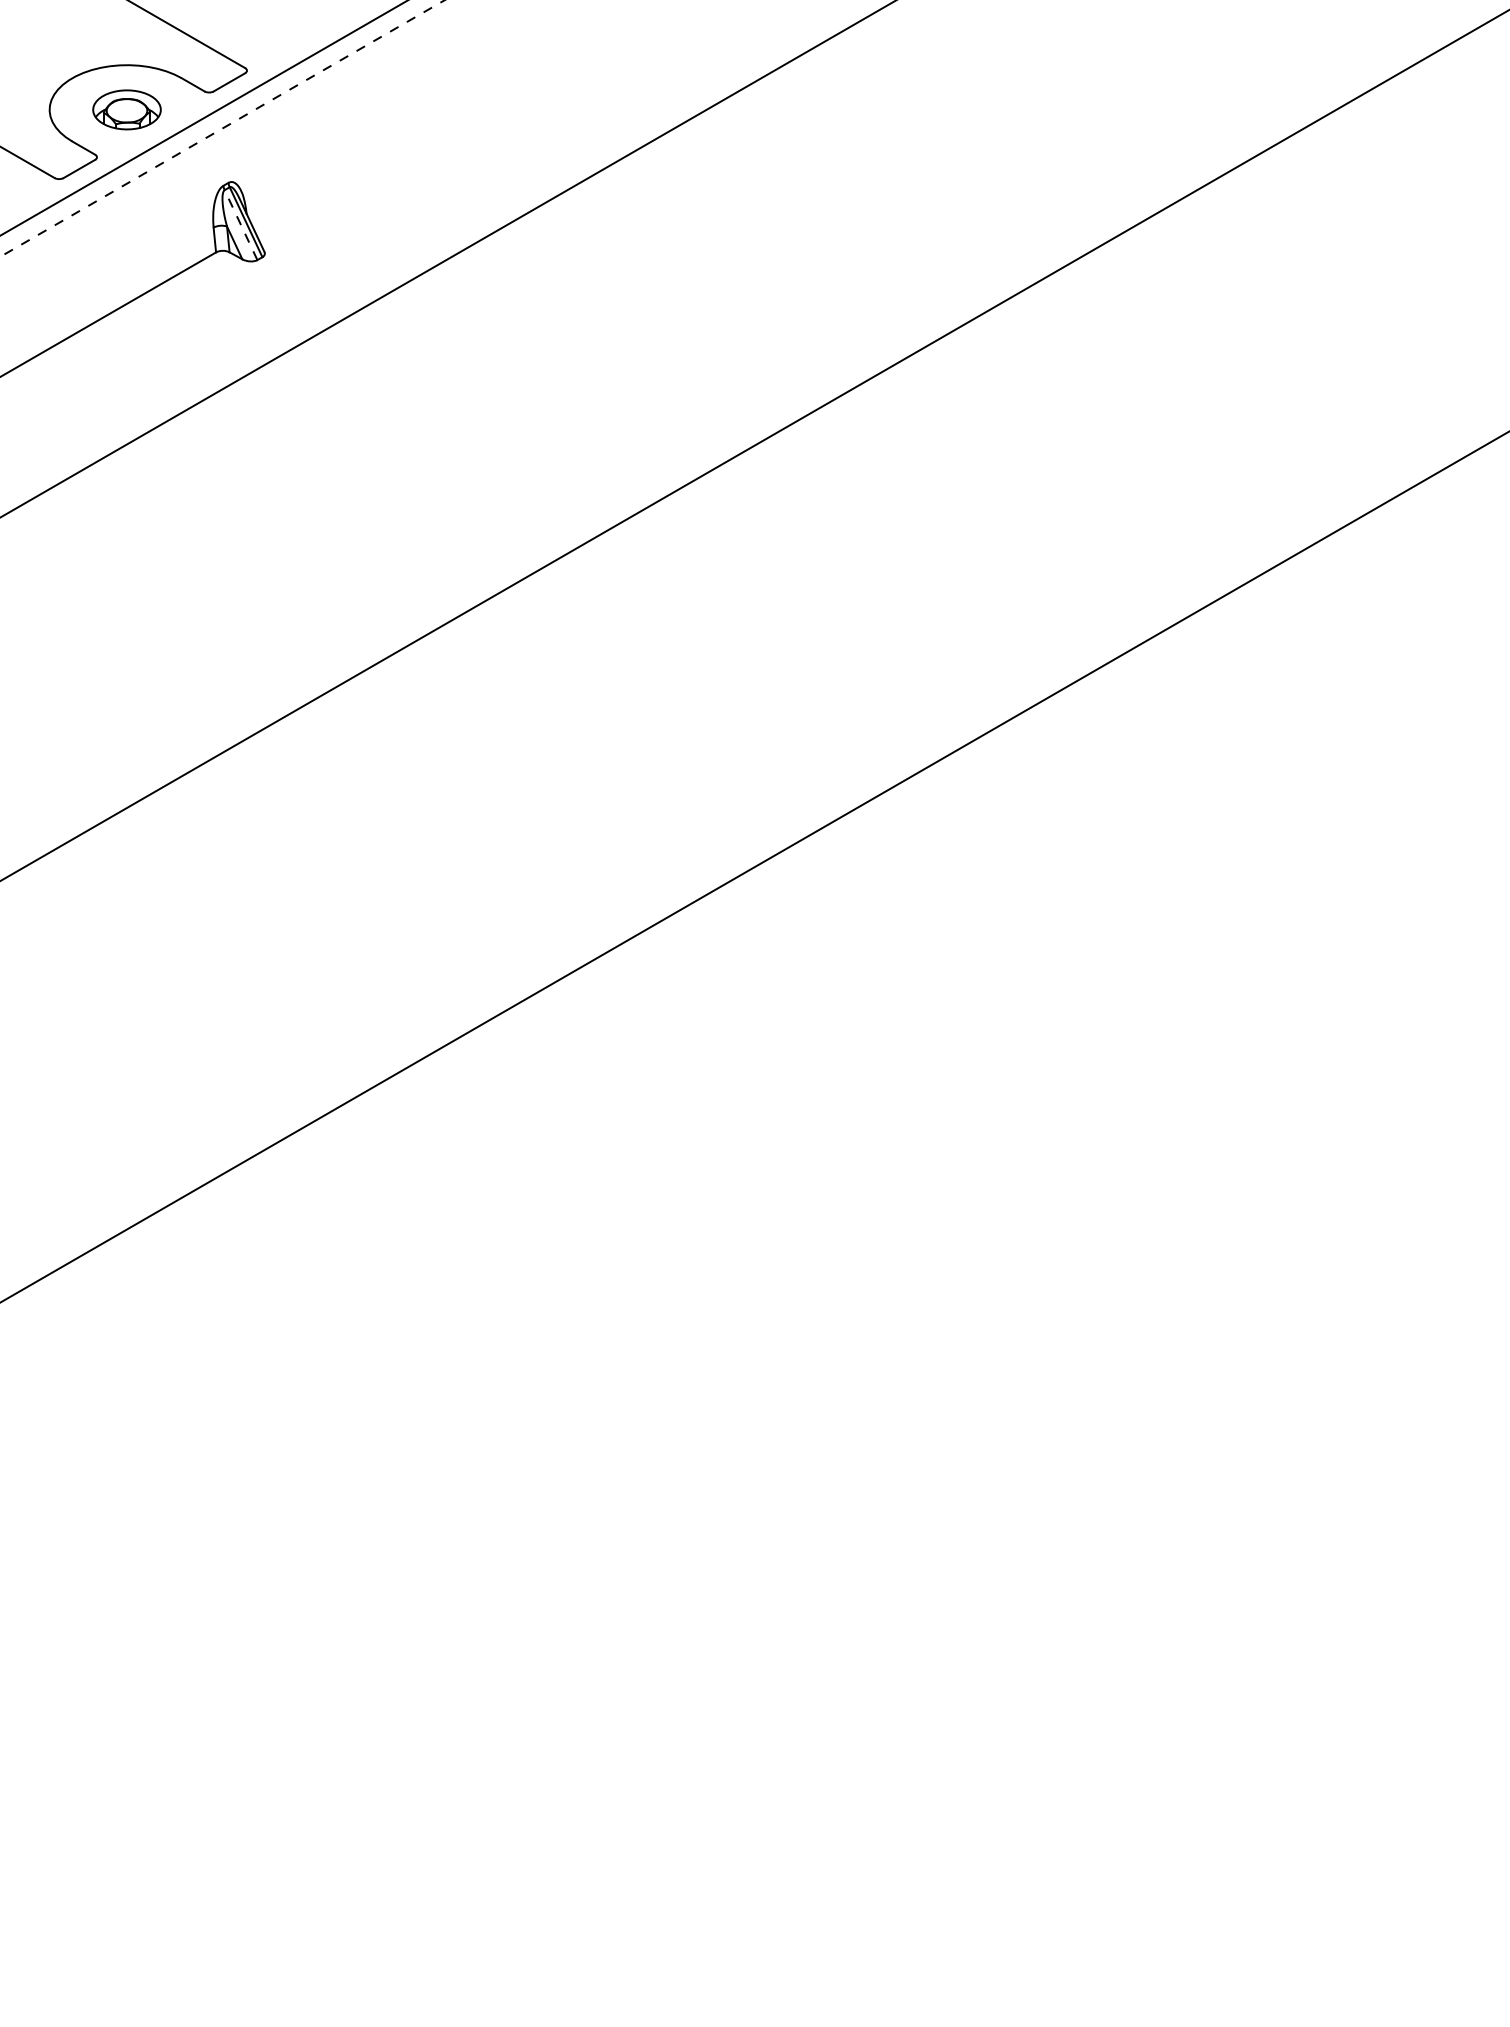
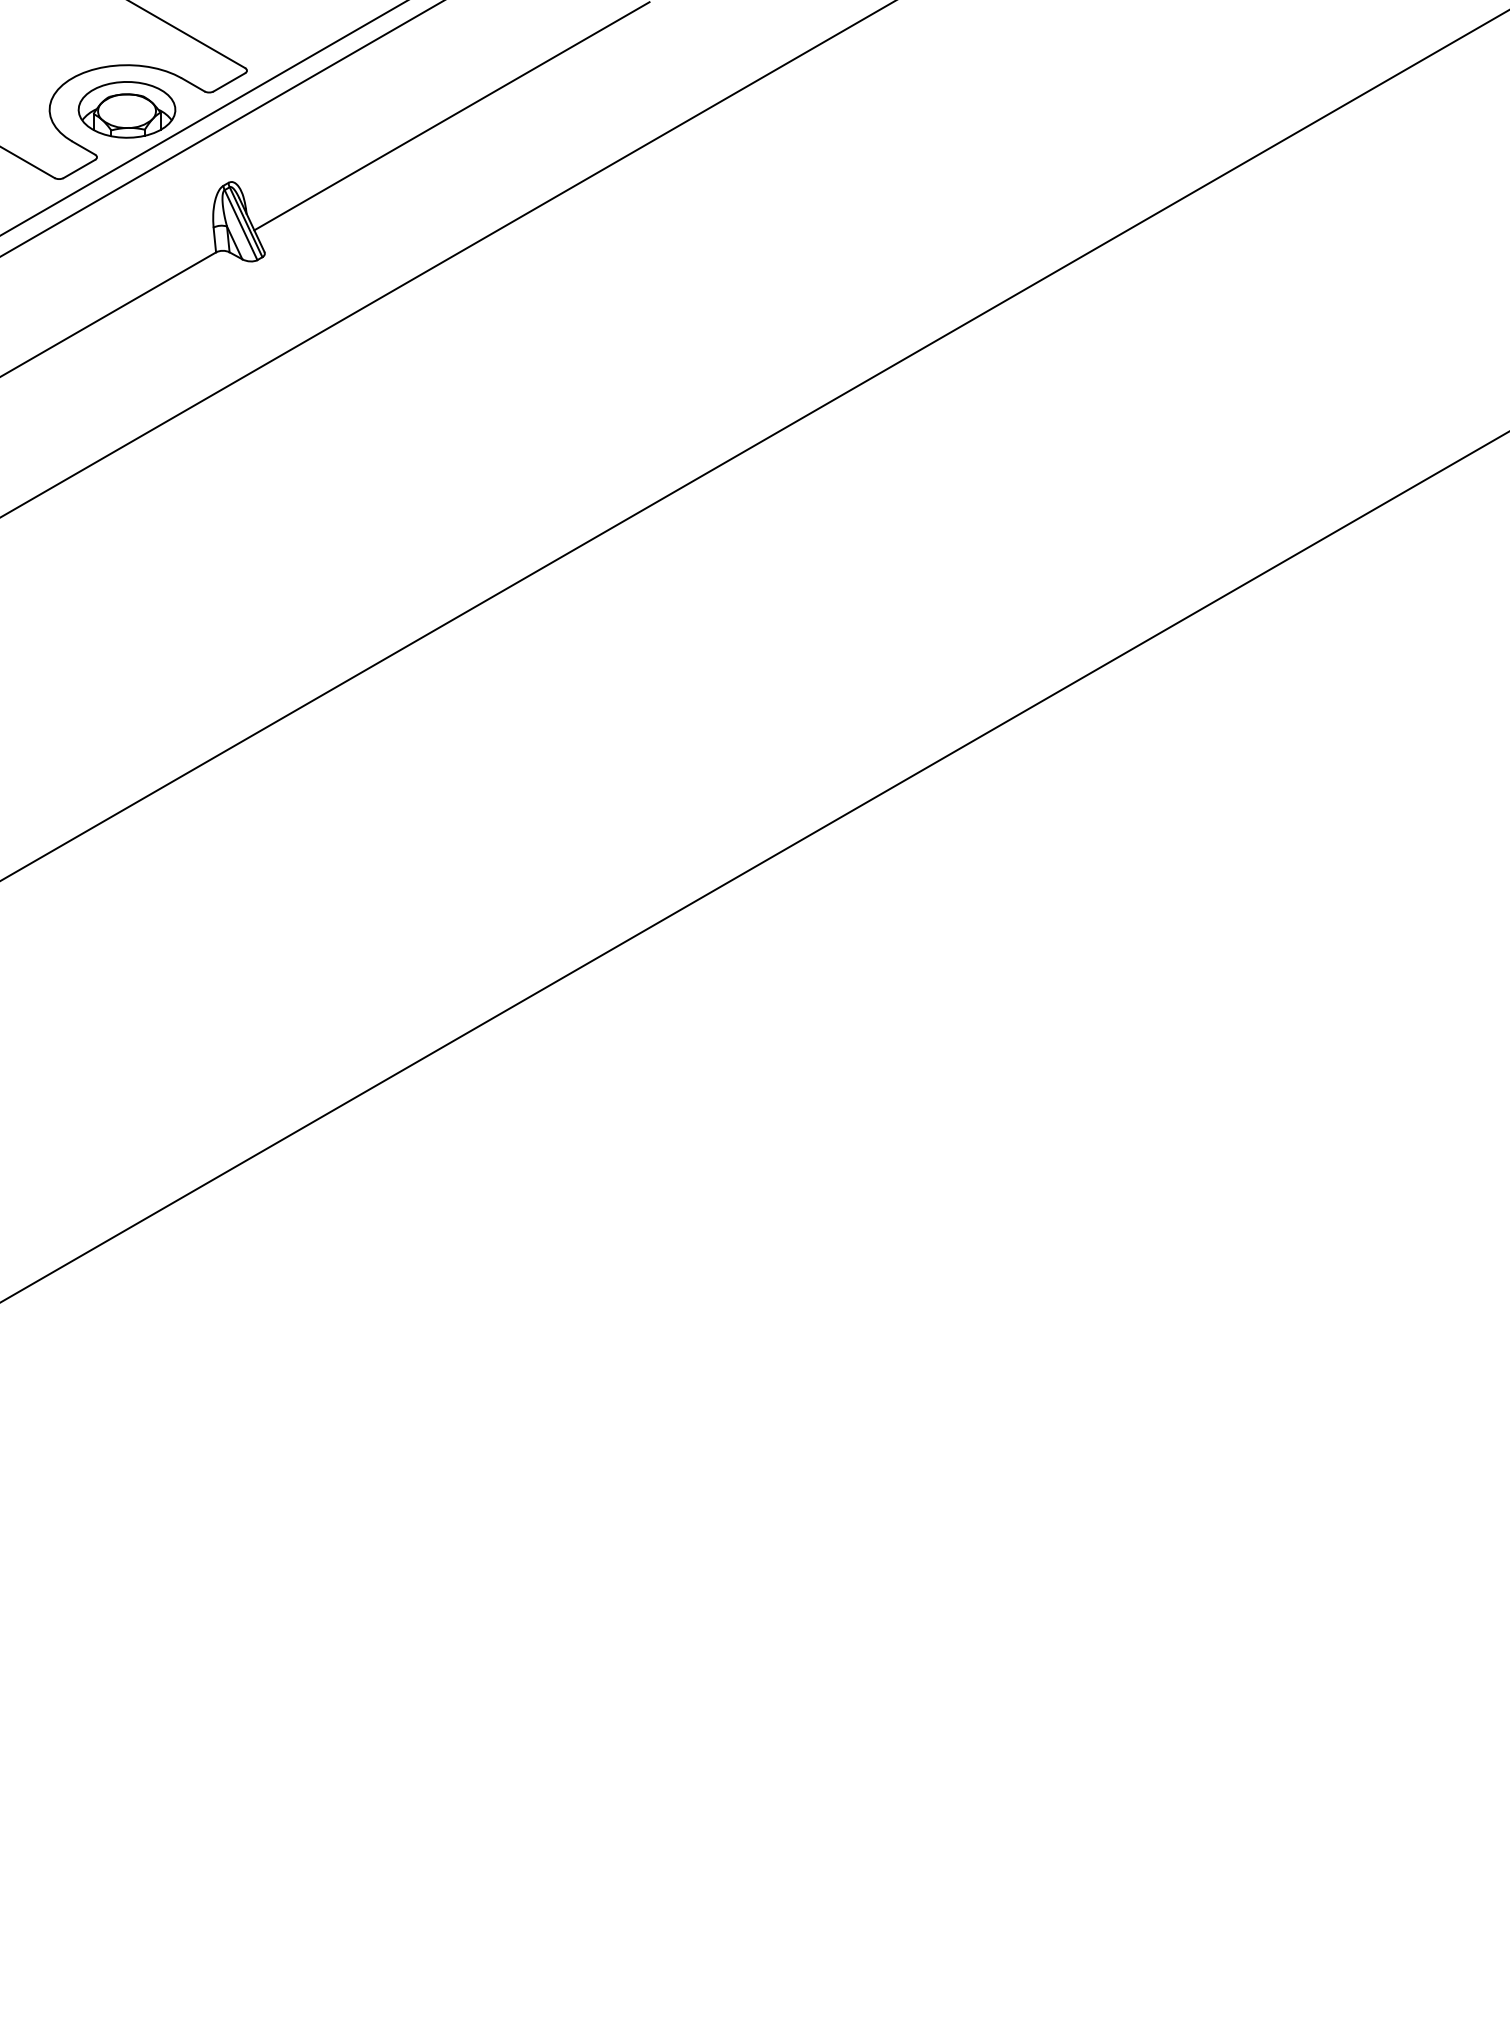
part at (126, 109) size: 70x42 px -> 100x58 px
line at (451, 116): none -> present
line at (222, 128): dashed -> solid
line at (241, 225): dashed -> solid
